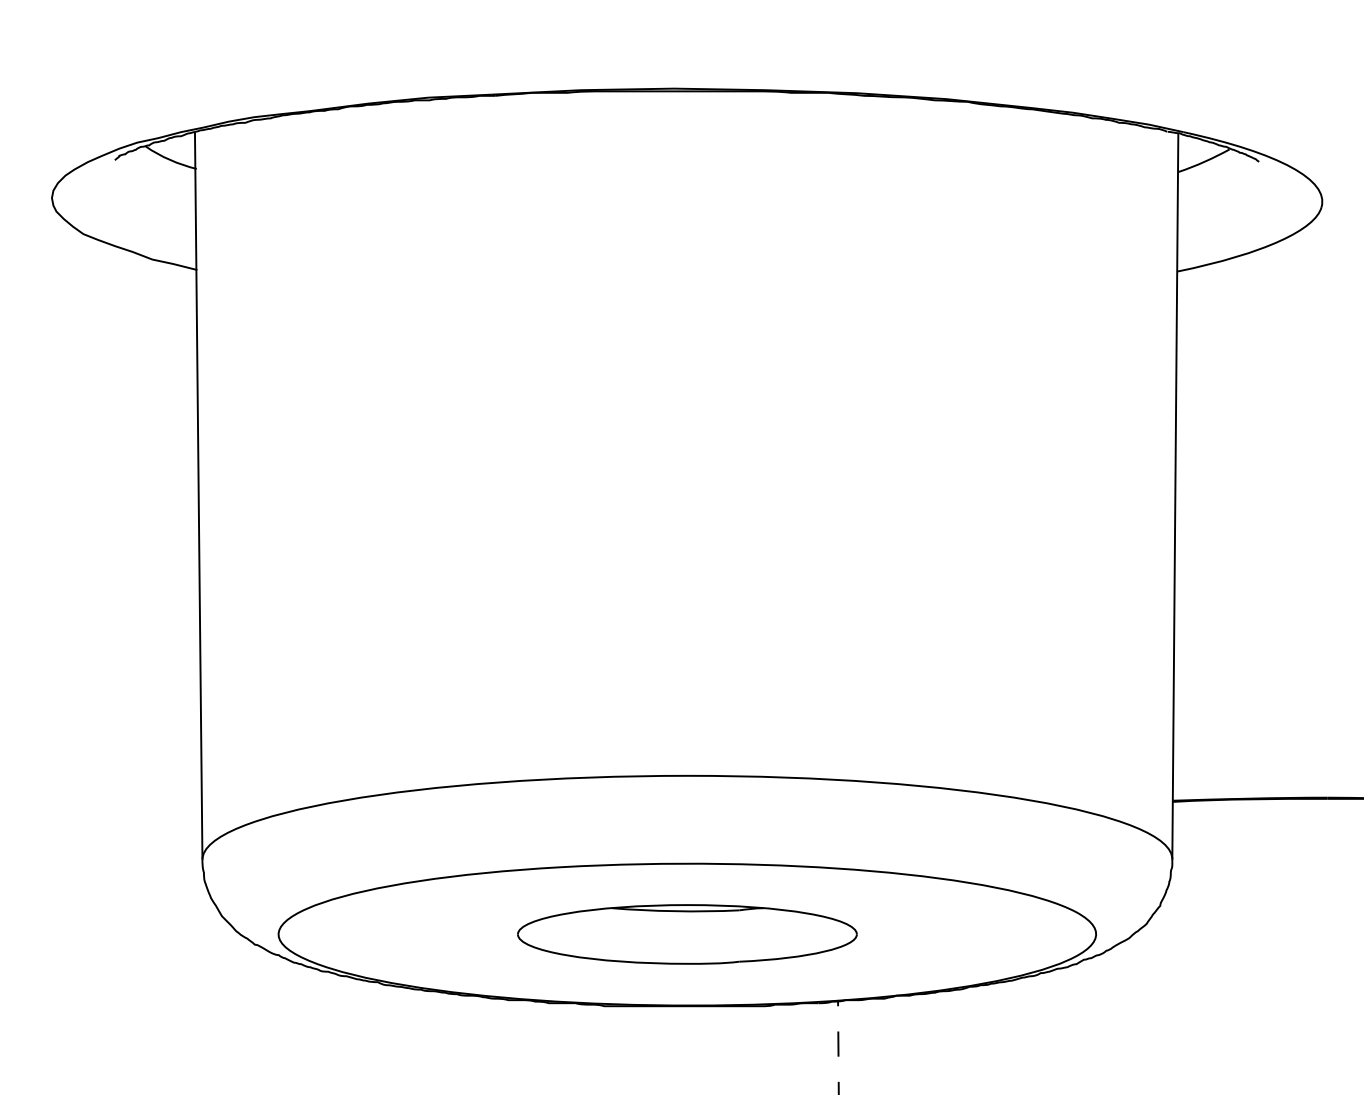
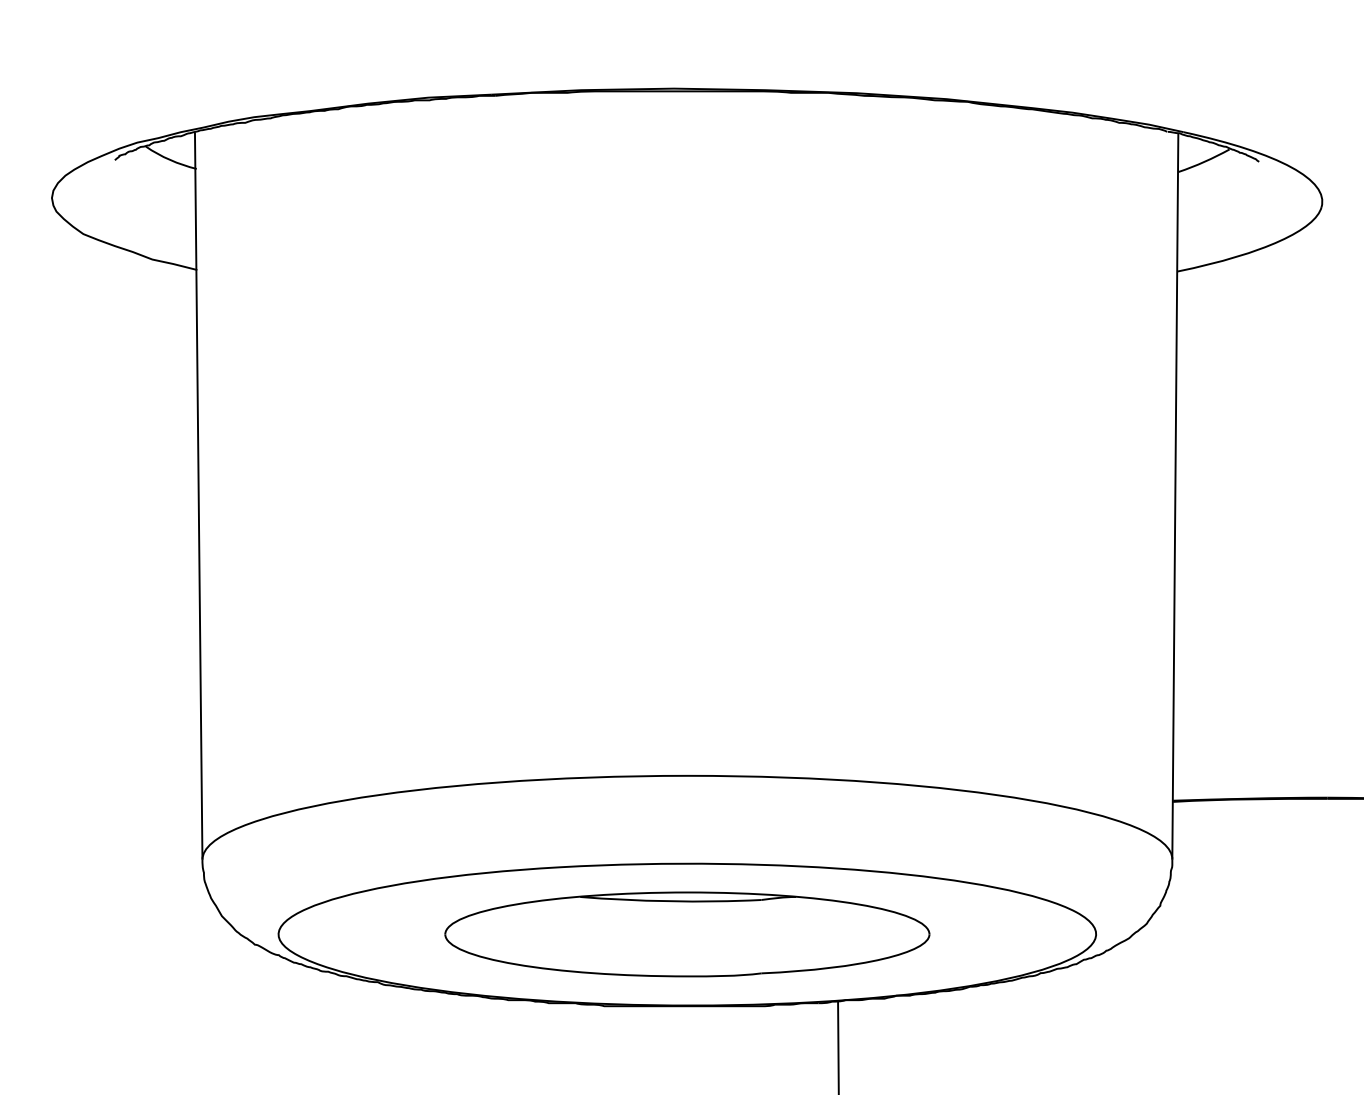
part at (687, 934) size: 341x61 px -> 487x87 px
line at (838, 1047): dashed -> solid
